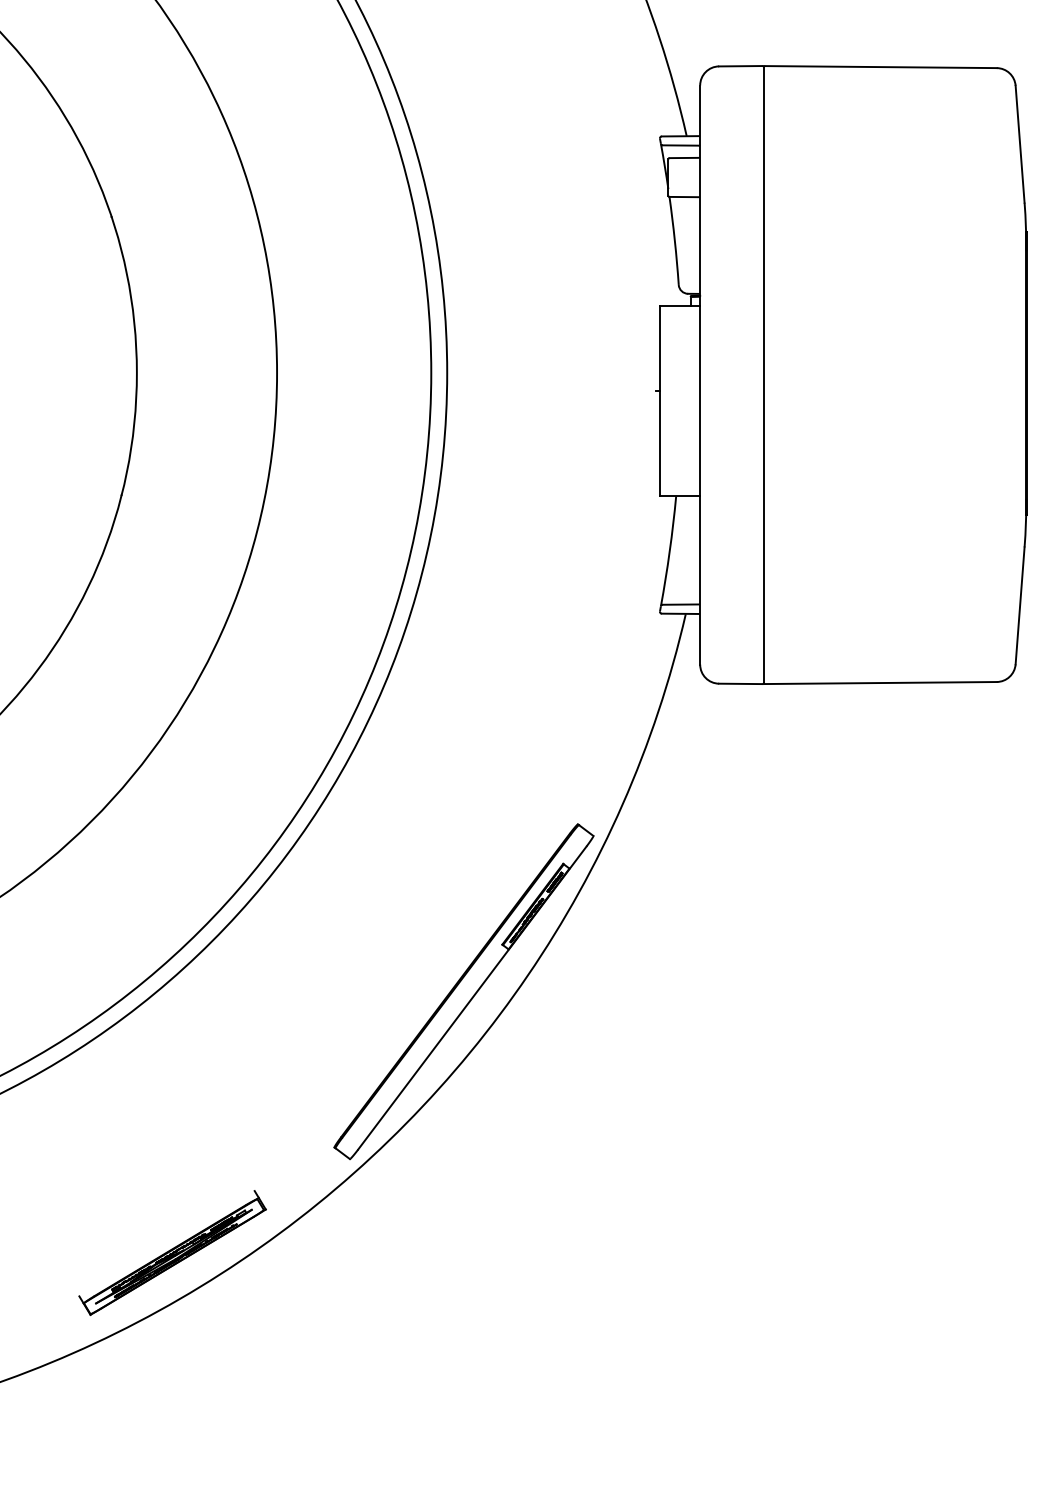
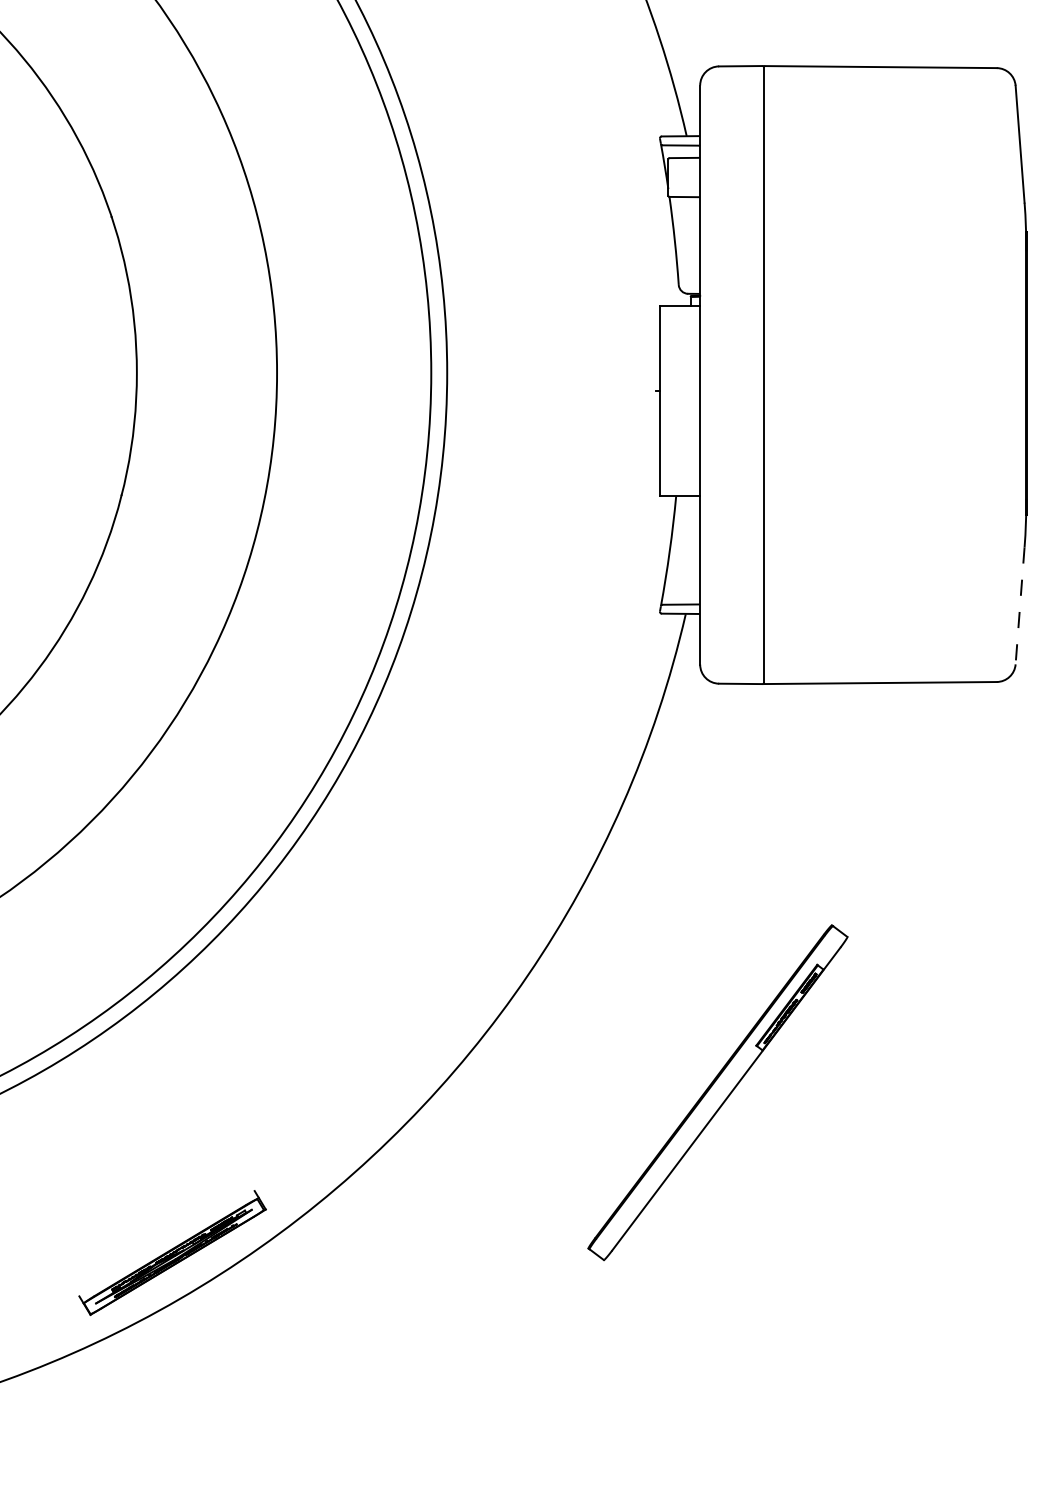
line at (1020, 605): solid -> dashed
part at (463, 991) position: (463, 991) -> (717, 1092)
